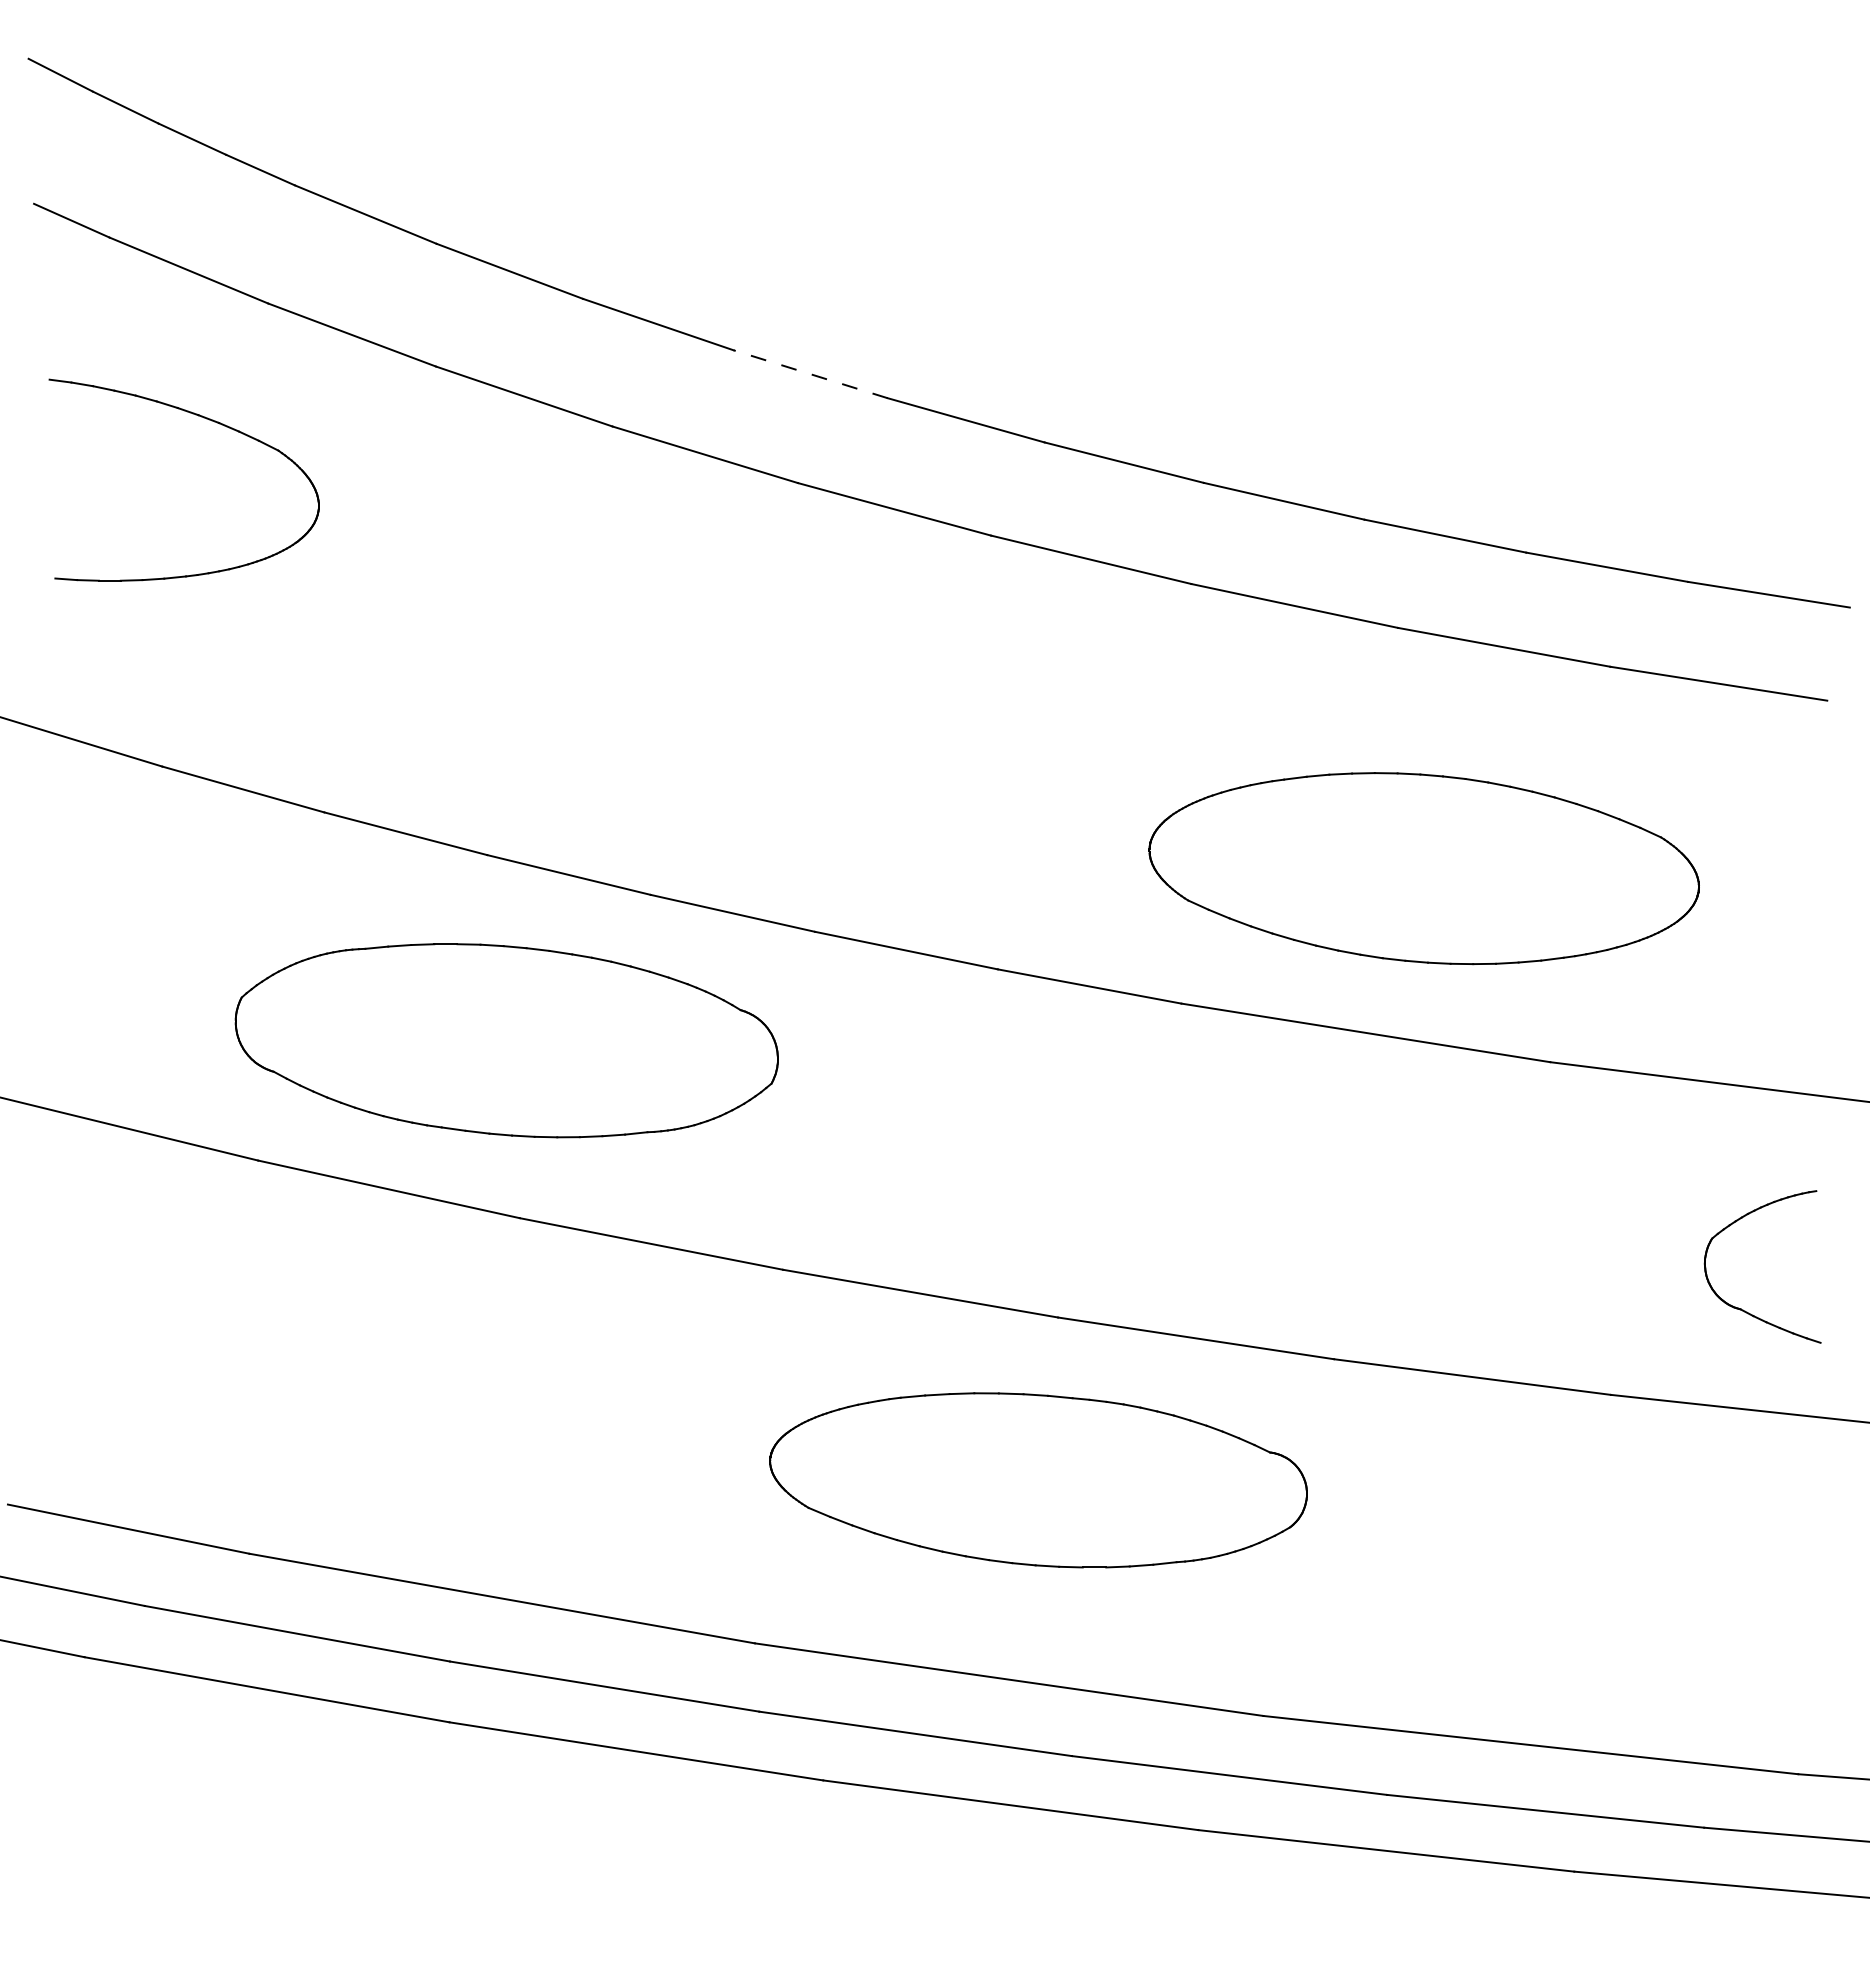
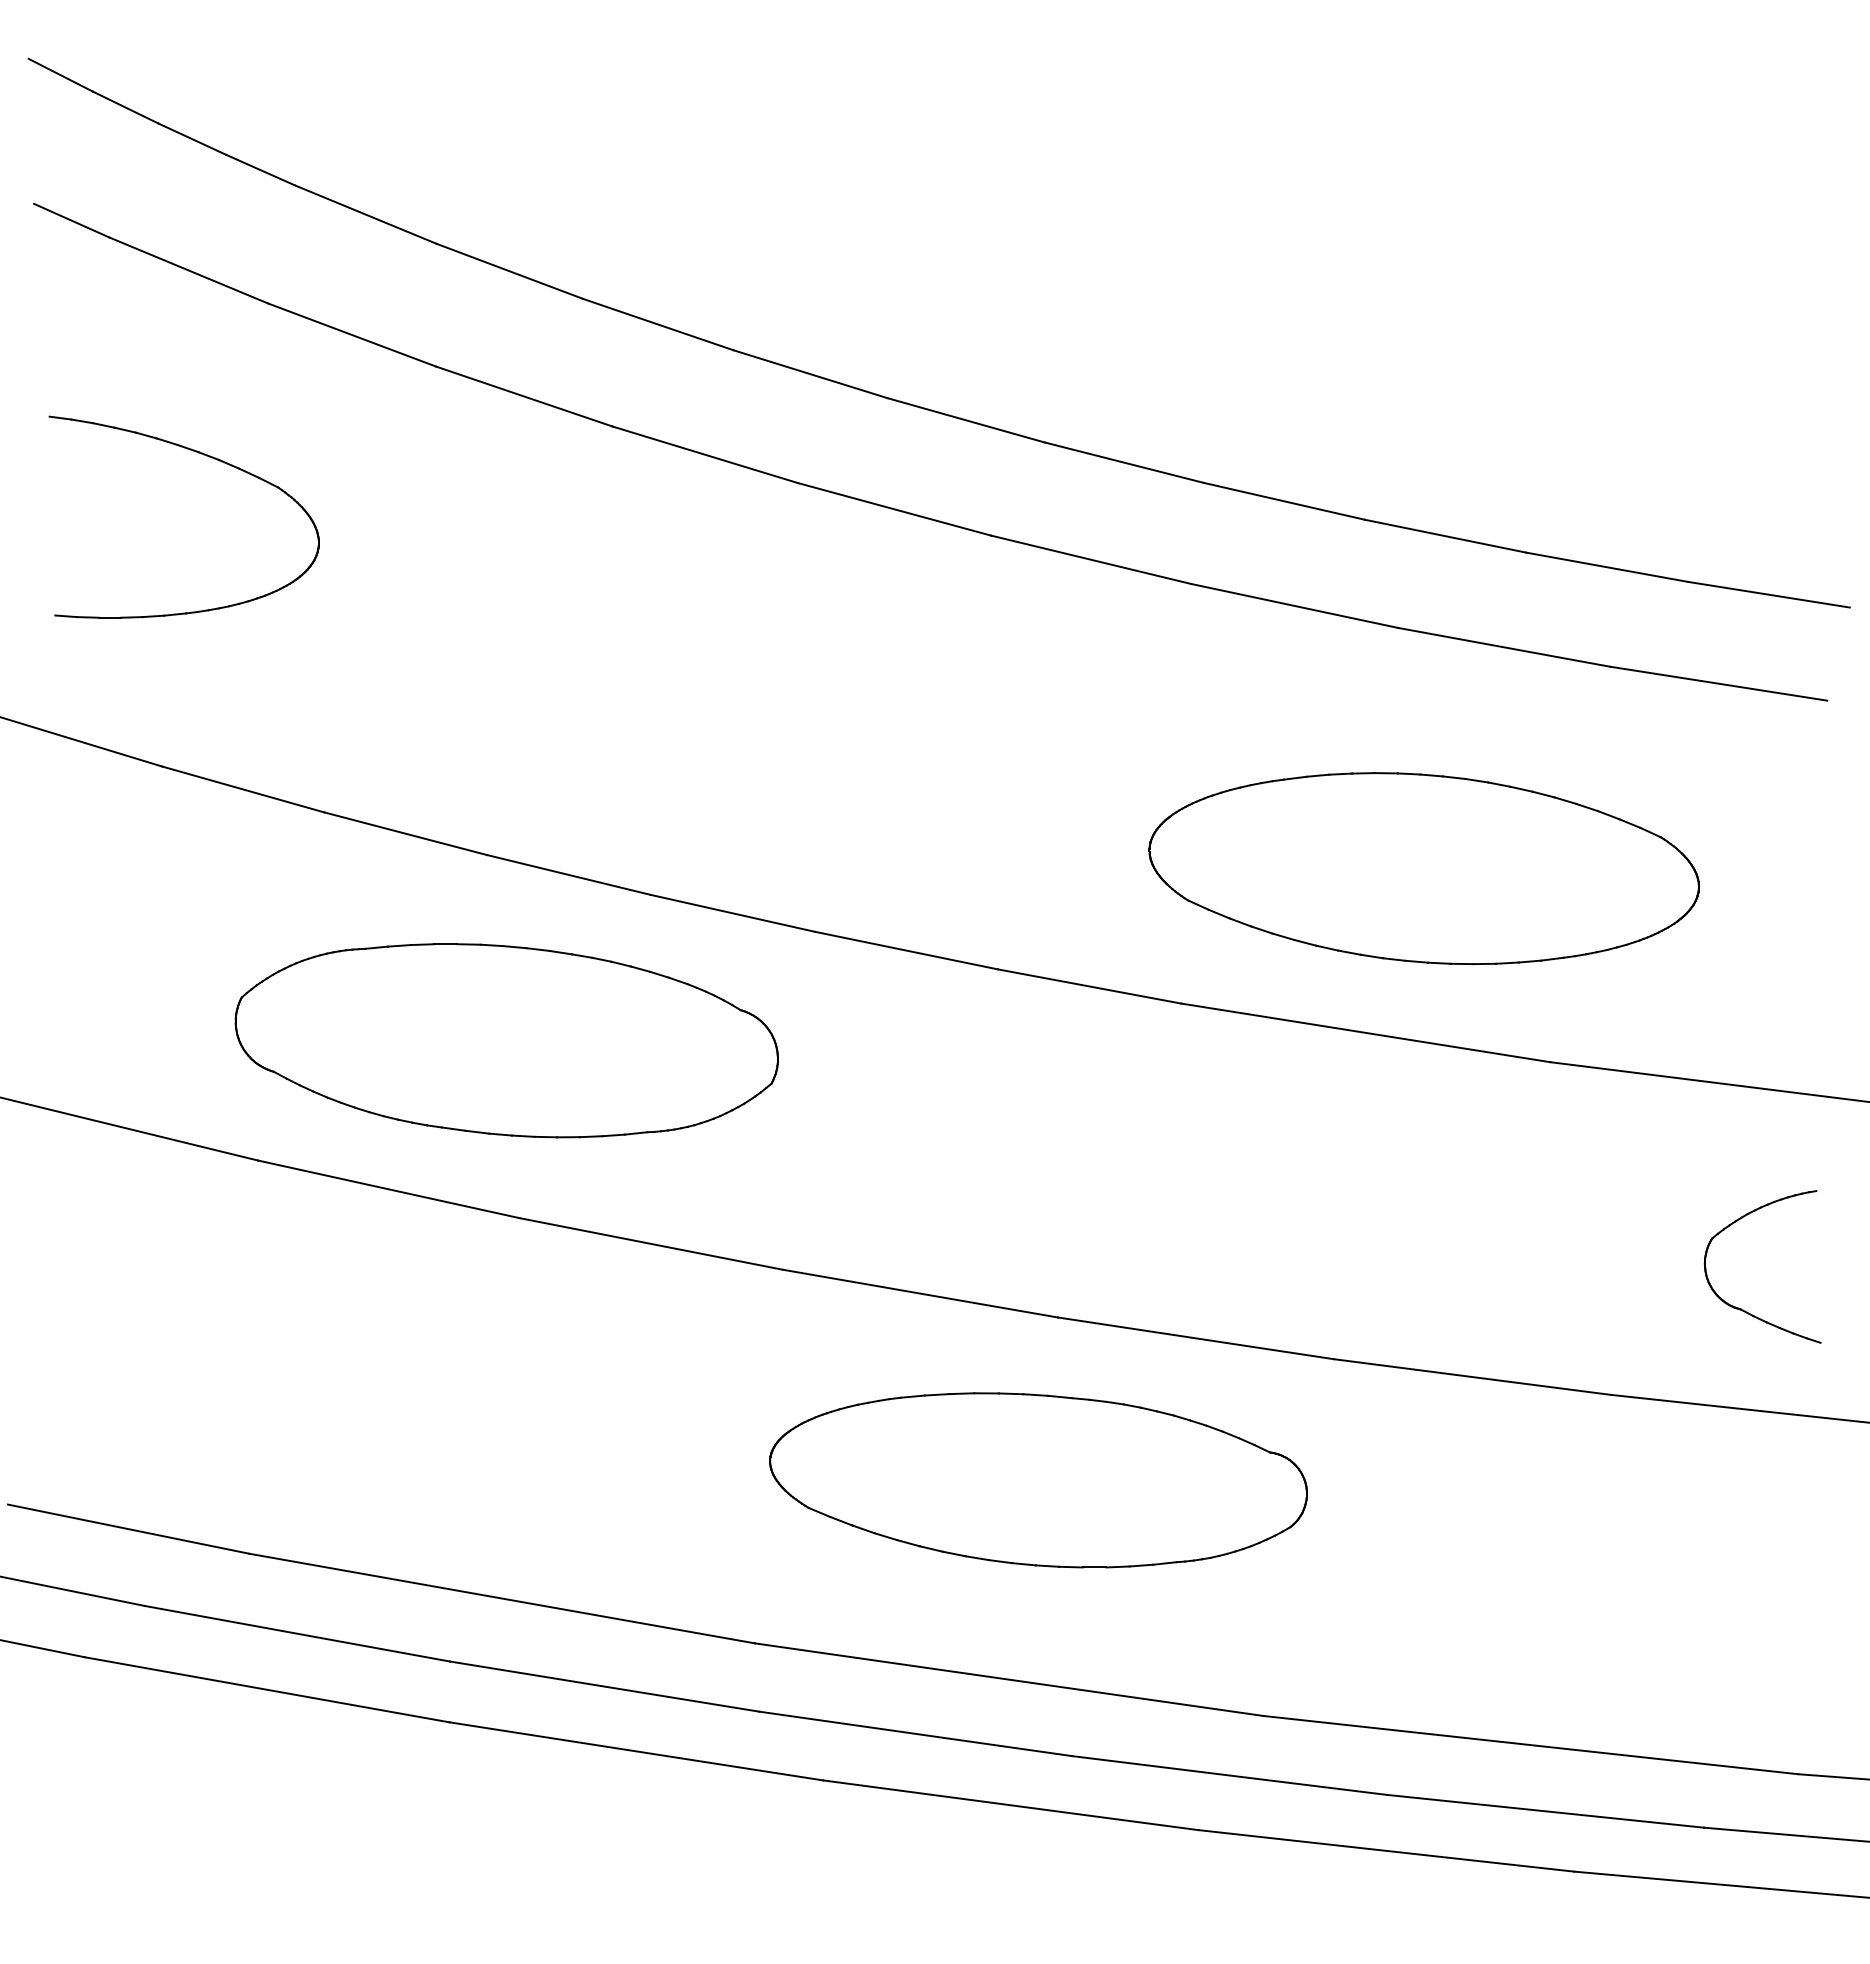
line at (810, 374): dashed -> solid
part at (203, 418) position: (203, 418) -> (203, 455)
